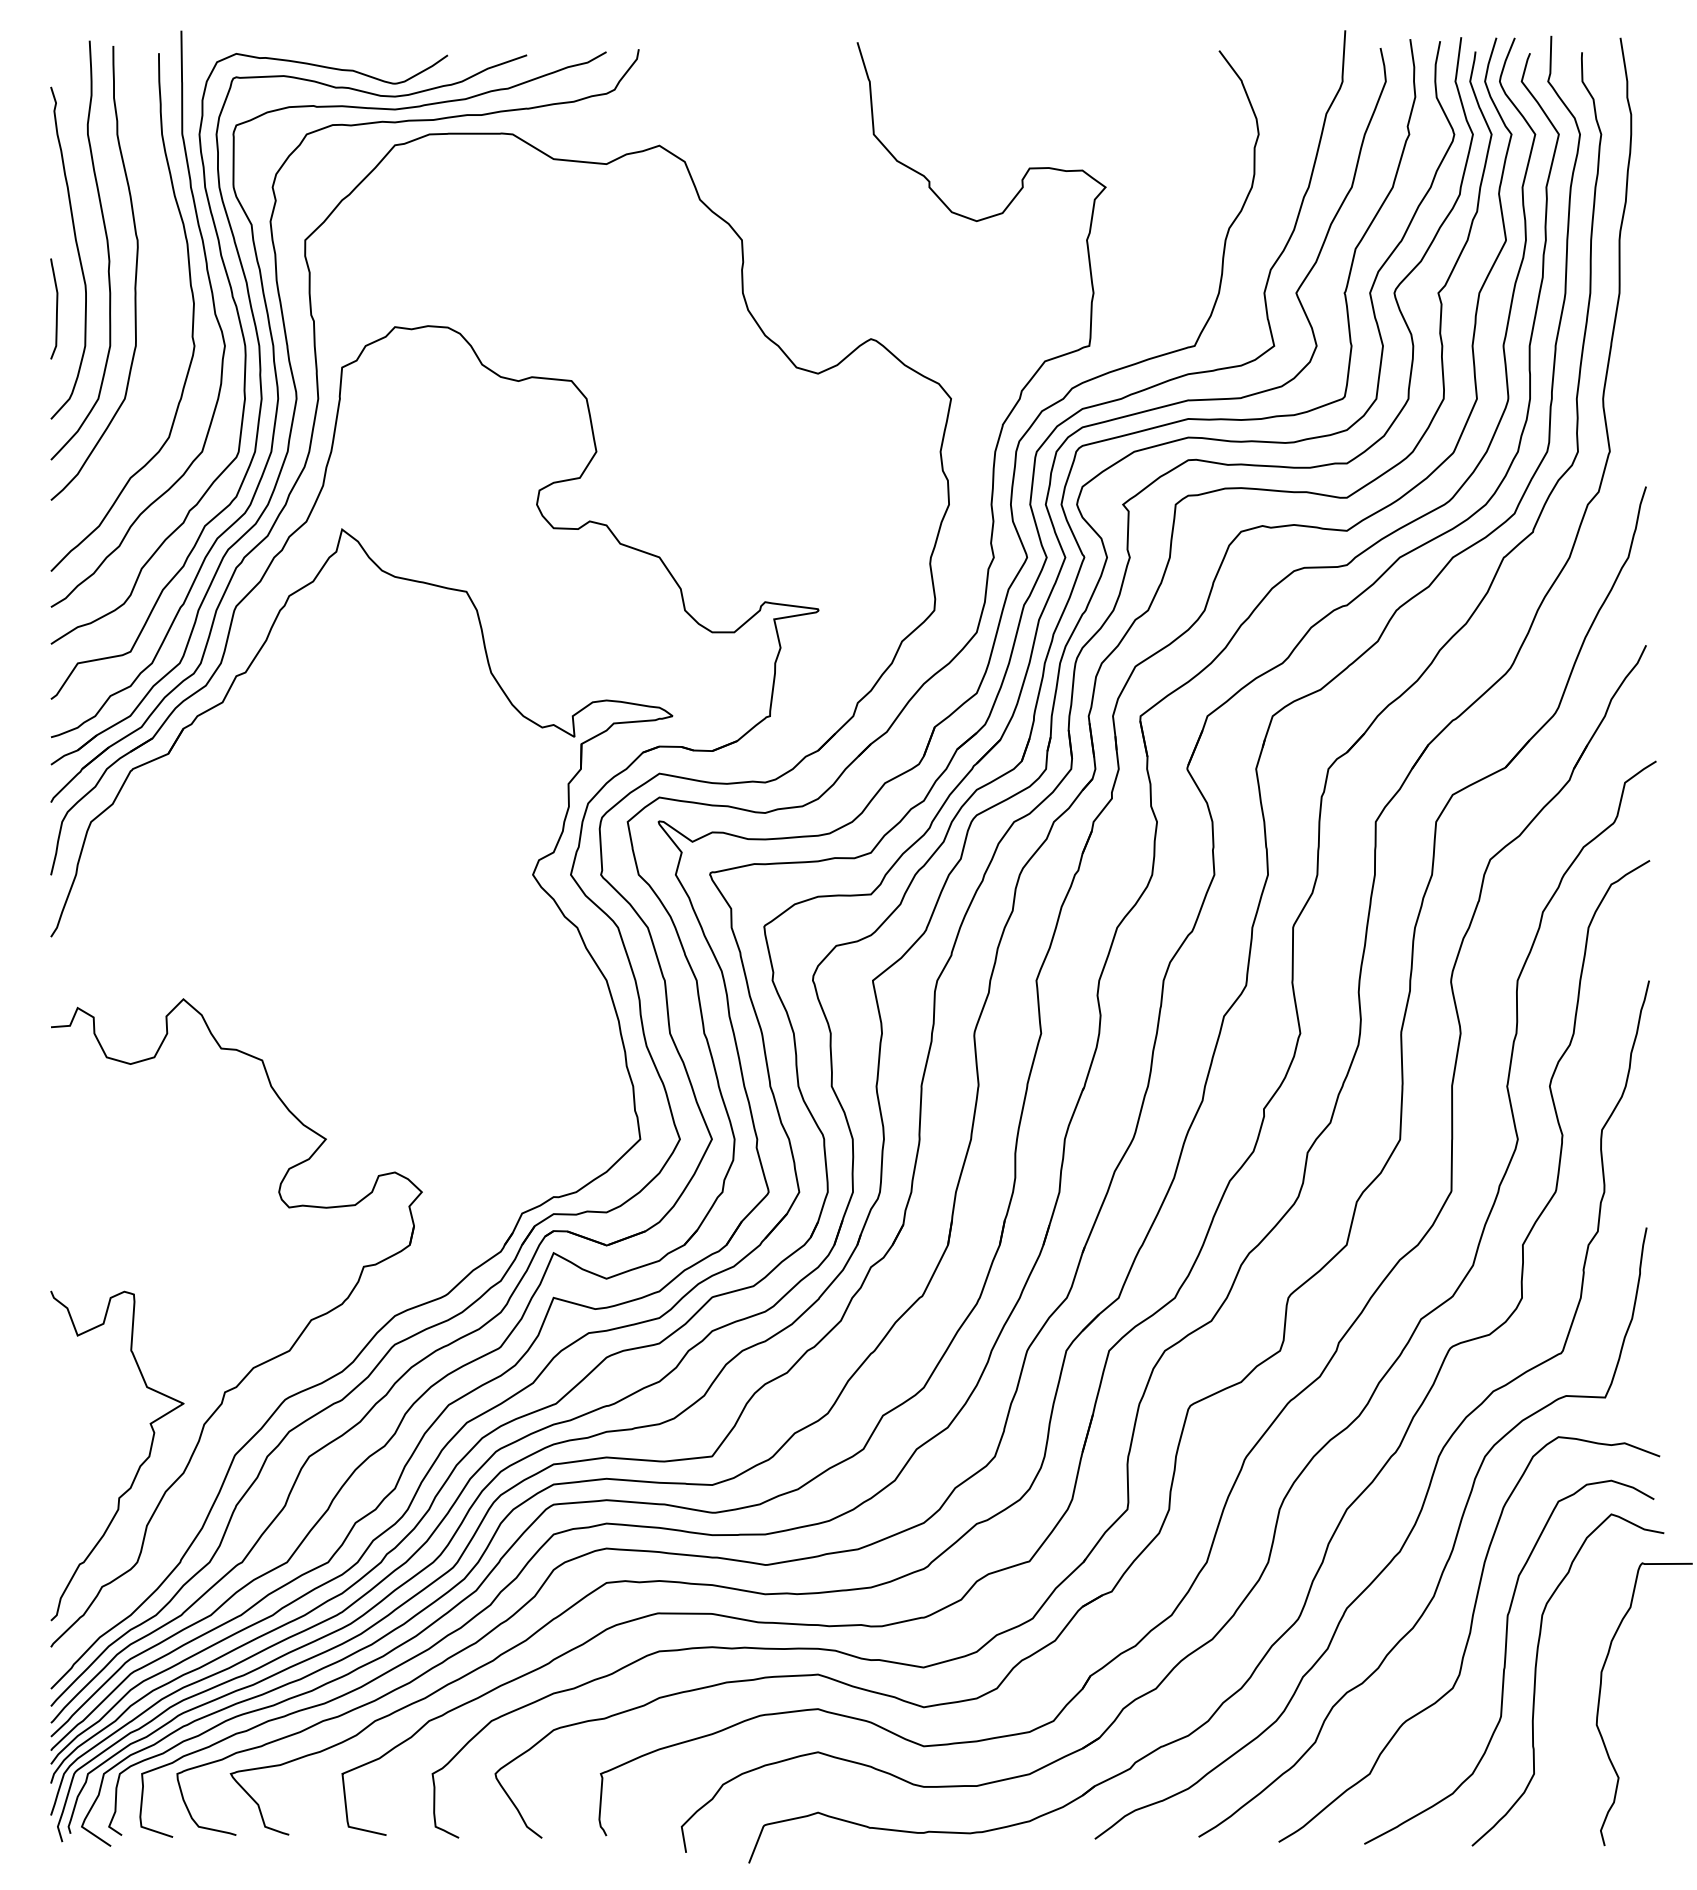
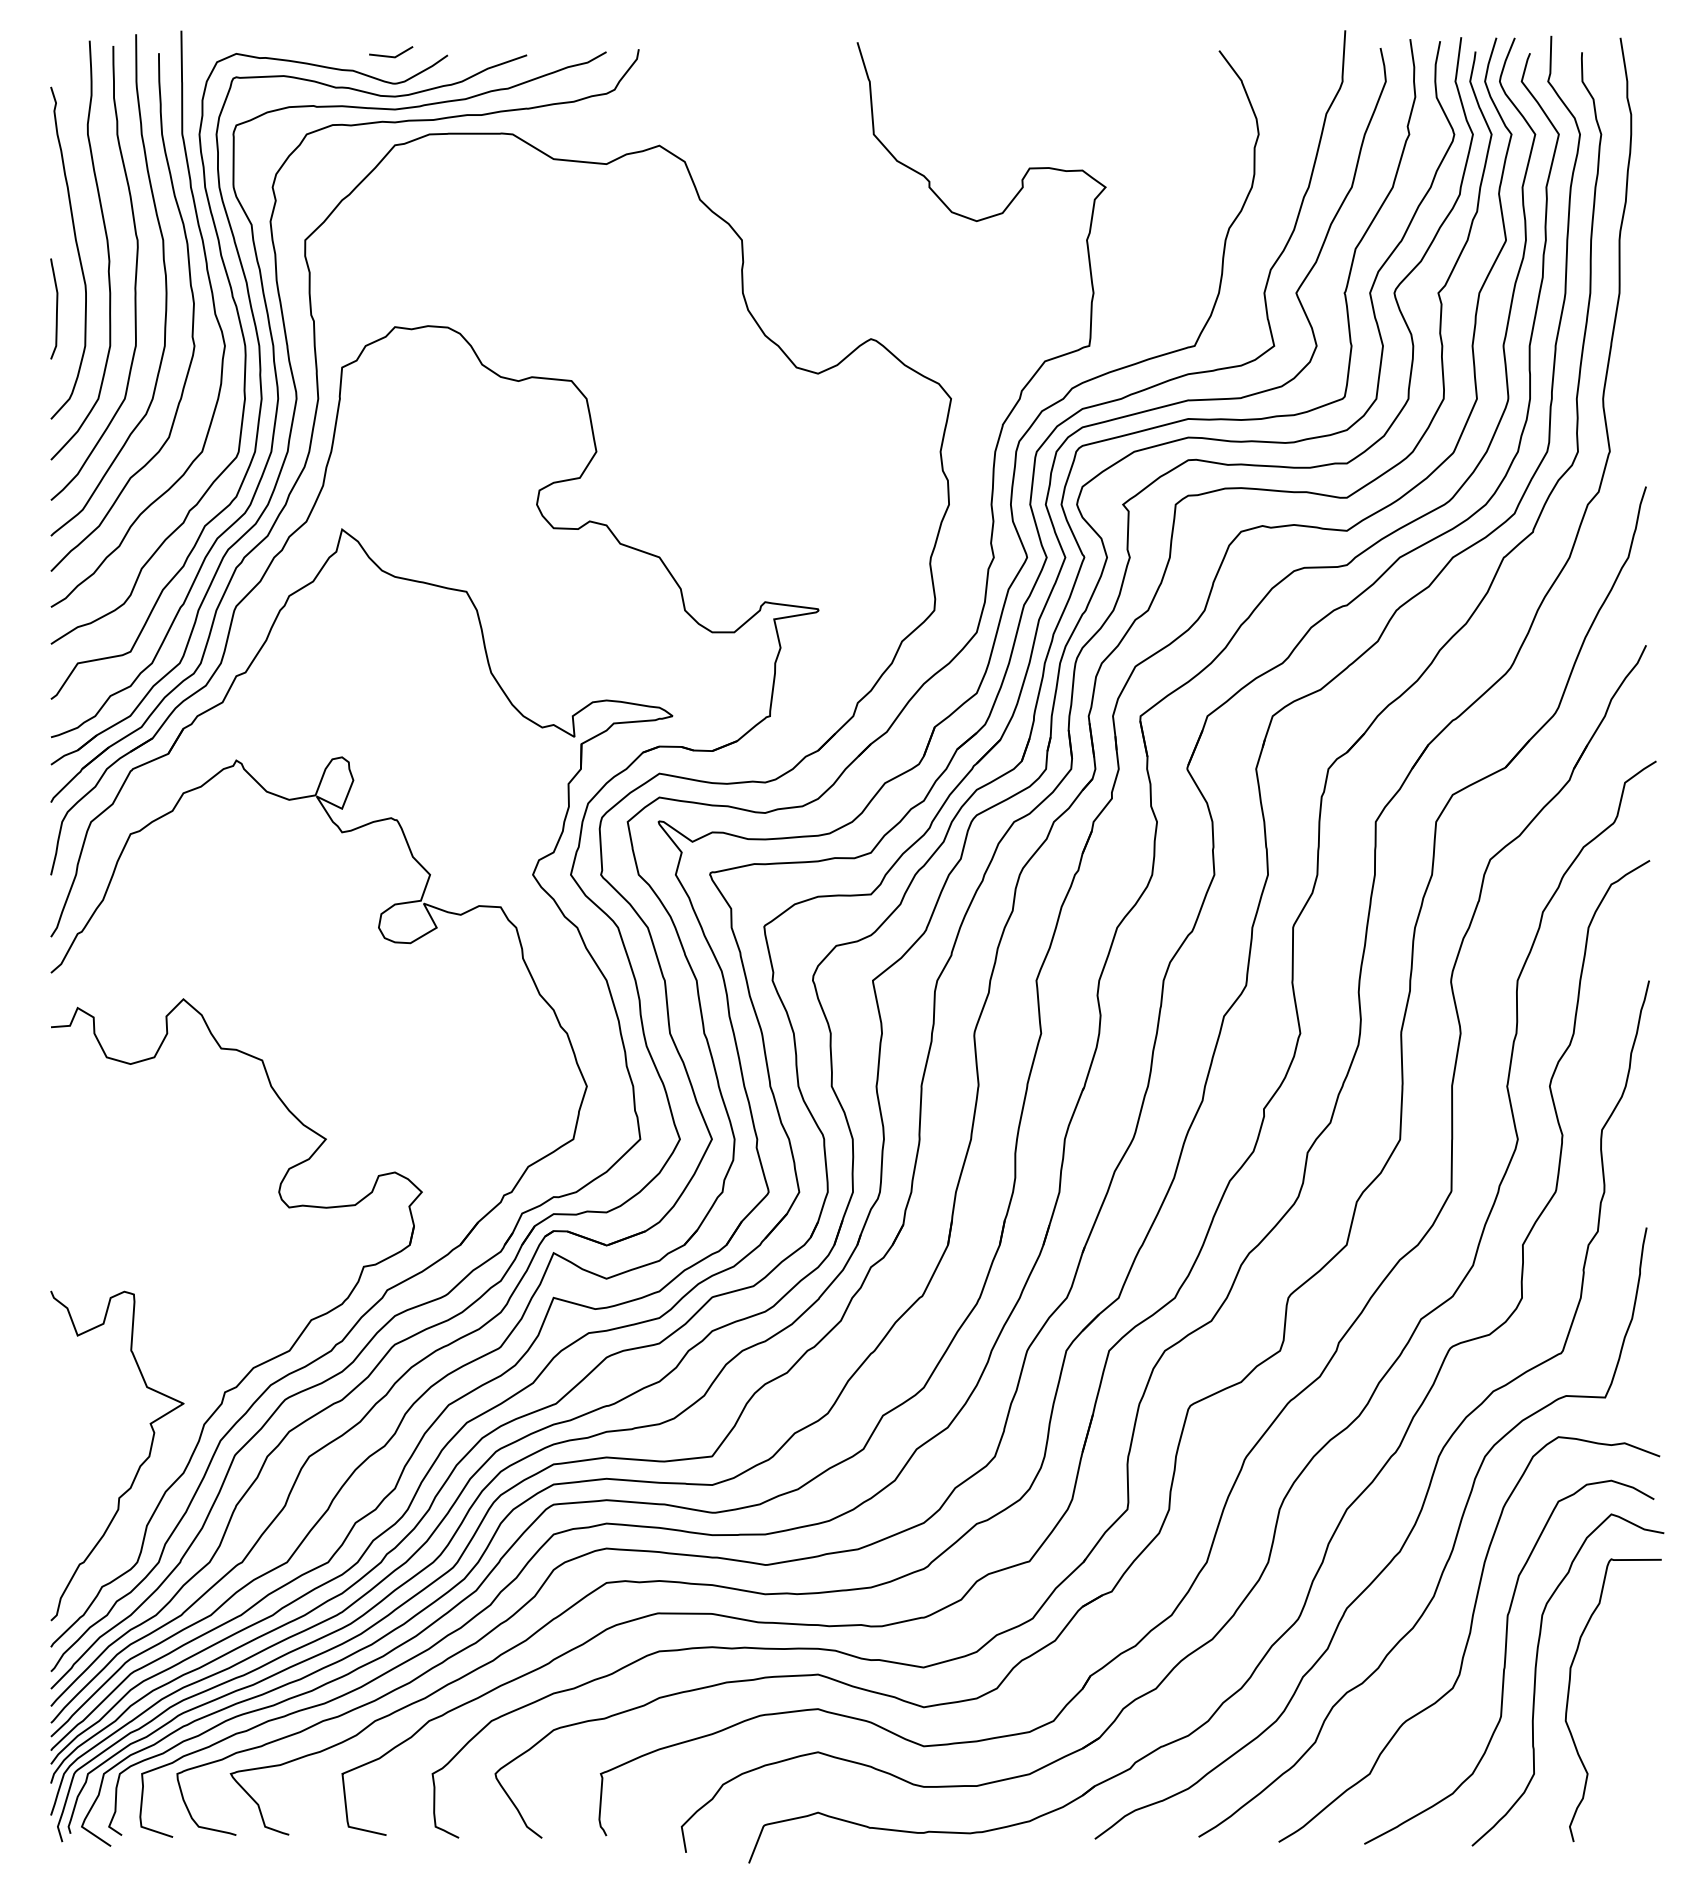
line at (389, 55): none -> present
curve at (165, 285): none -> present
part at (386, 1289): none -> present
curve at (1600, 1698) position: (1600, 1698) -> (1569, 1694)
